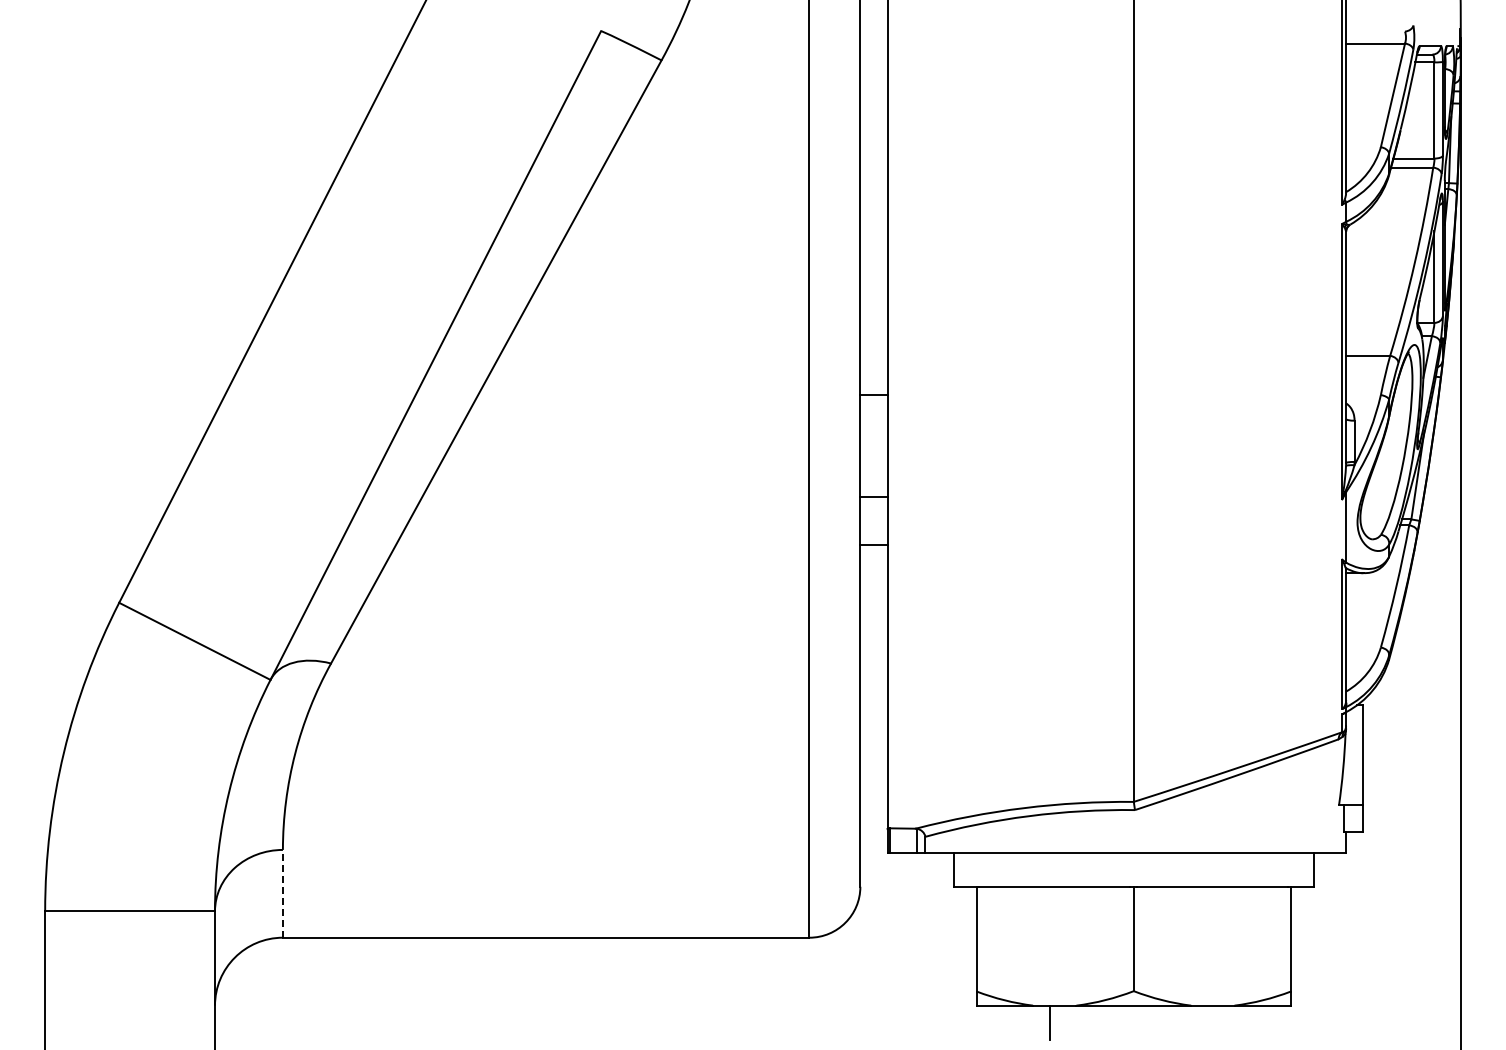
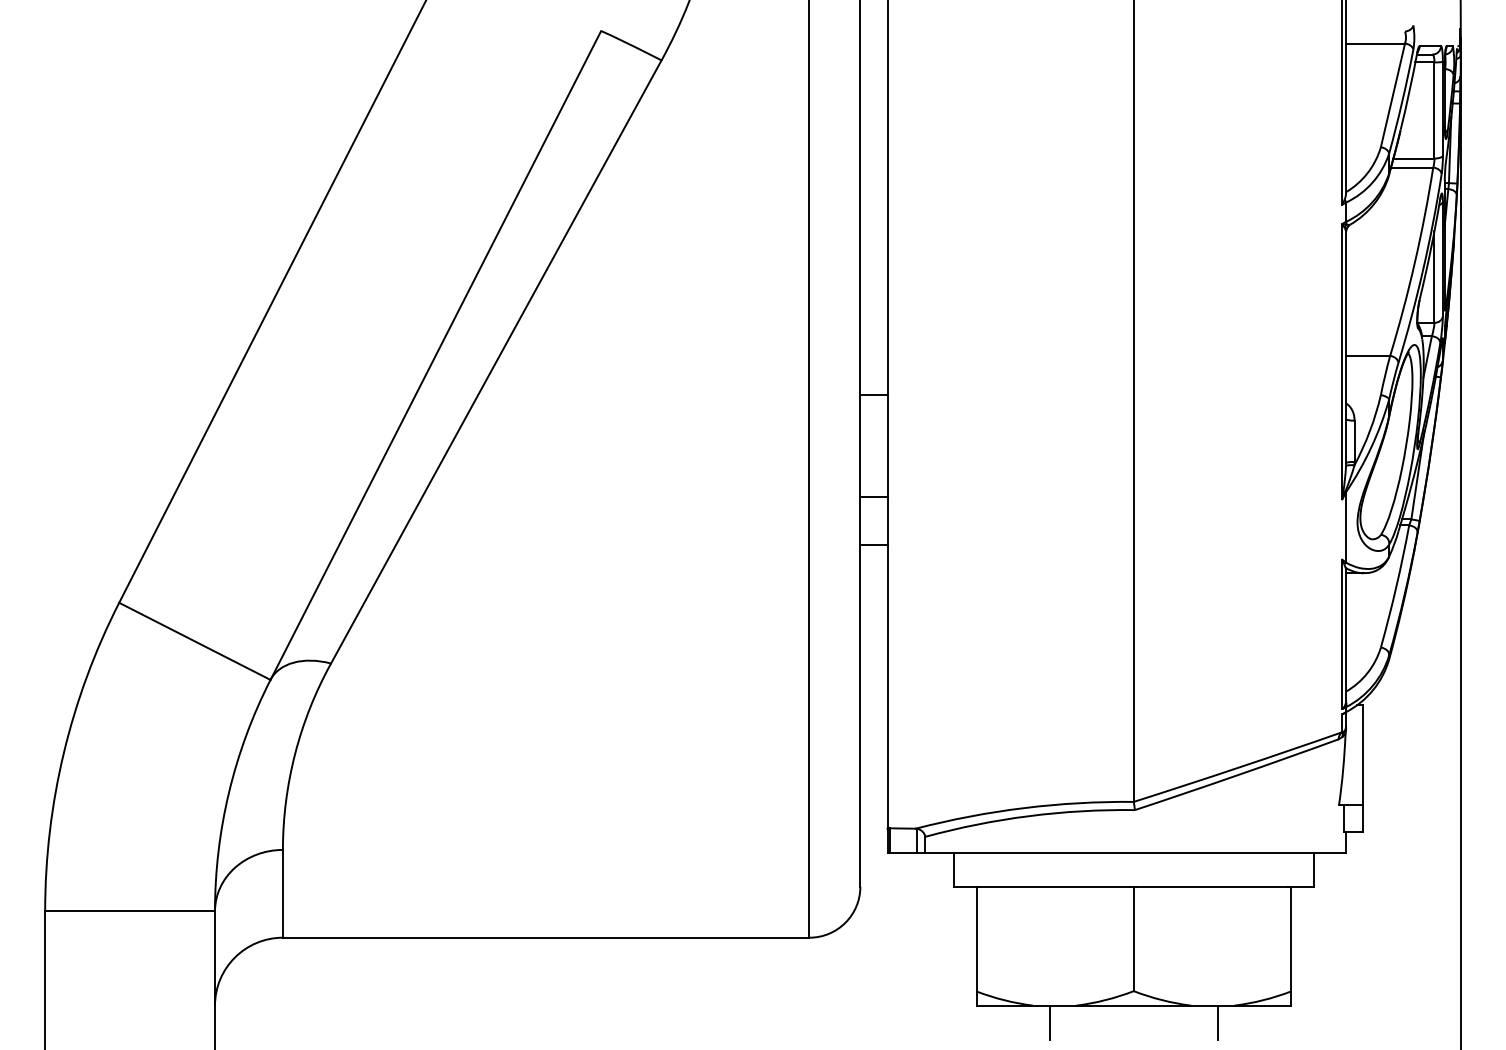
line at (282, 893): dashed -> solid
line at (1217, 1022): none -> present
